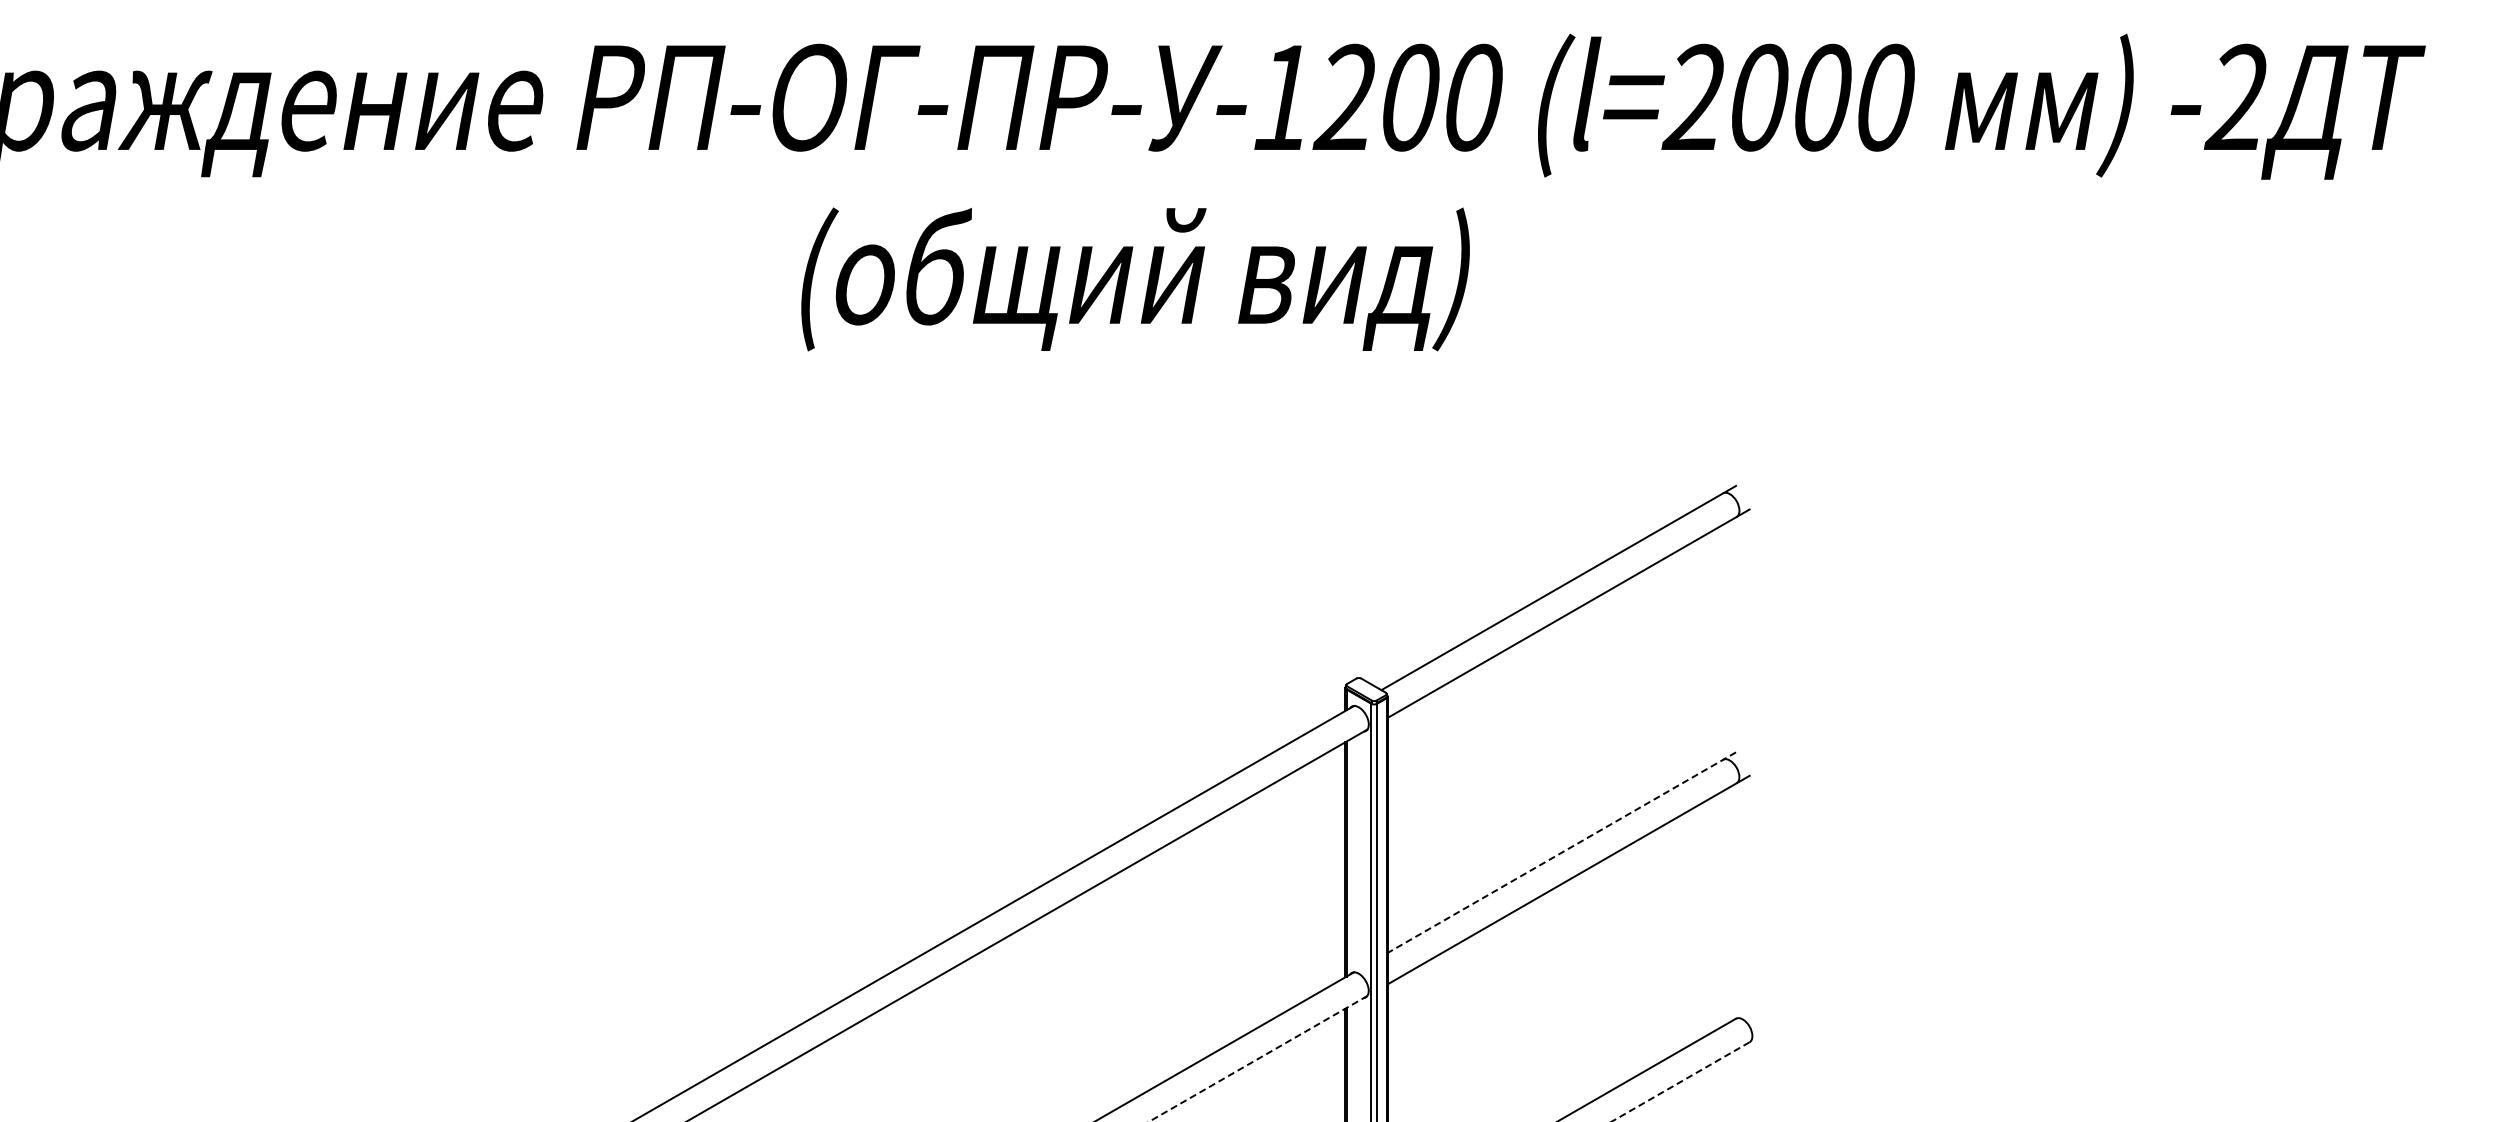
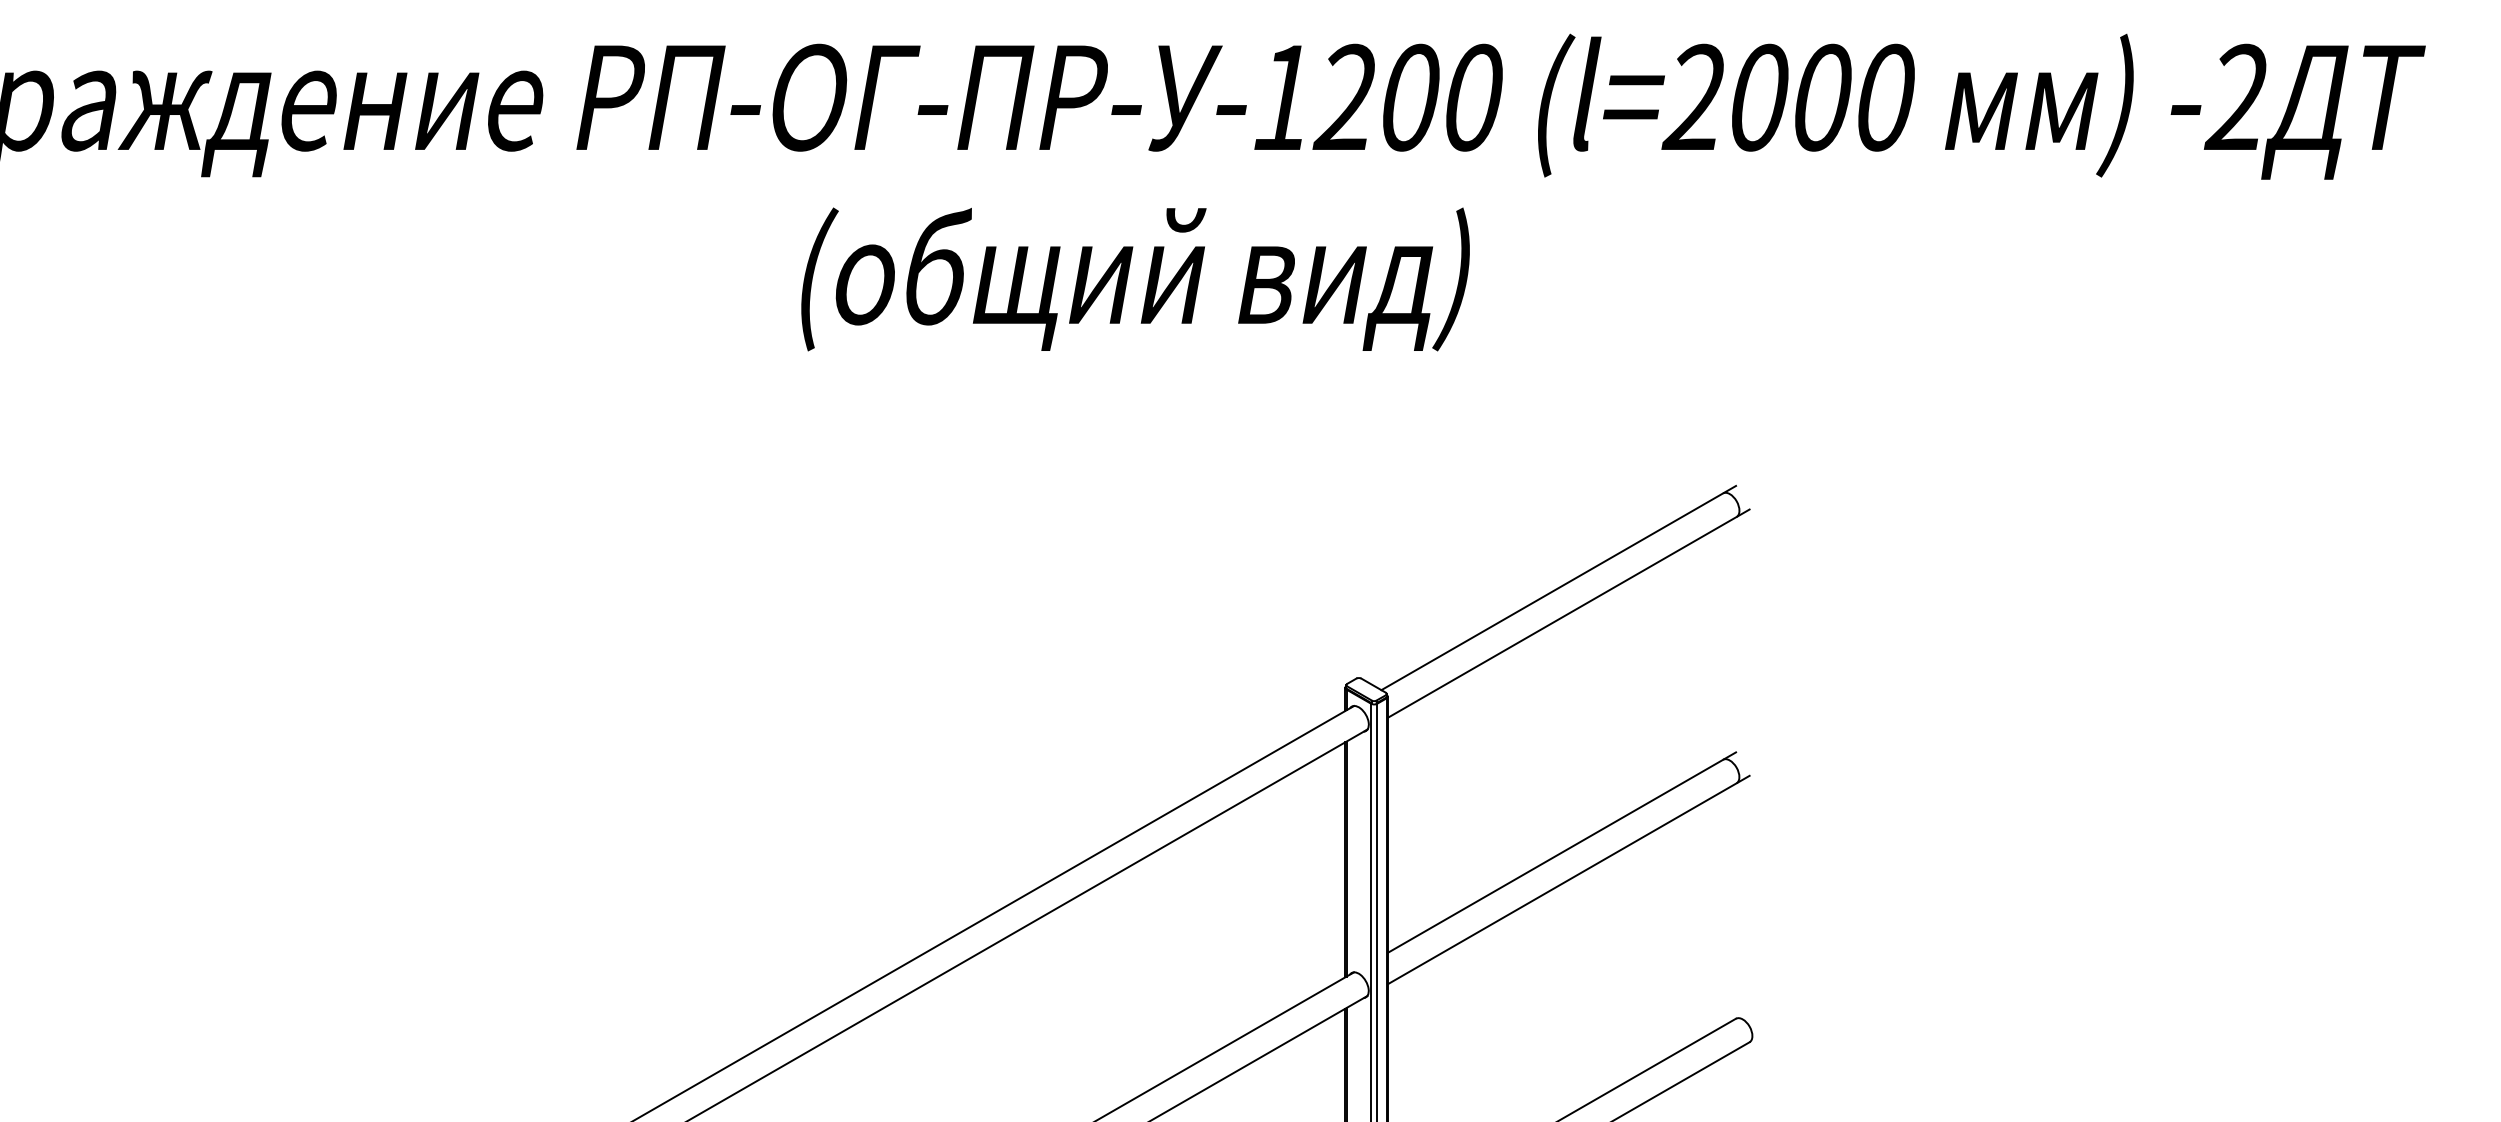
line at (1561, 852): dashed -> solid
line at (1257, 1059): dashed -> solid
line at (1680, 1082): dashed -> solid
